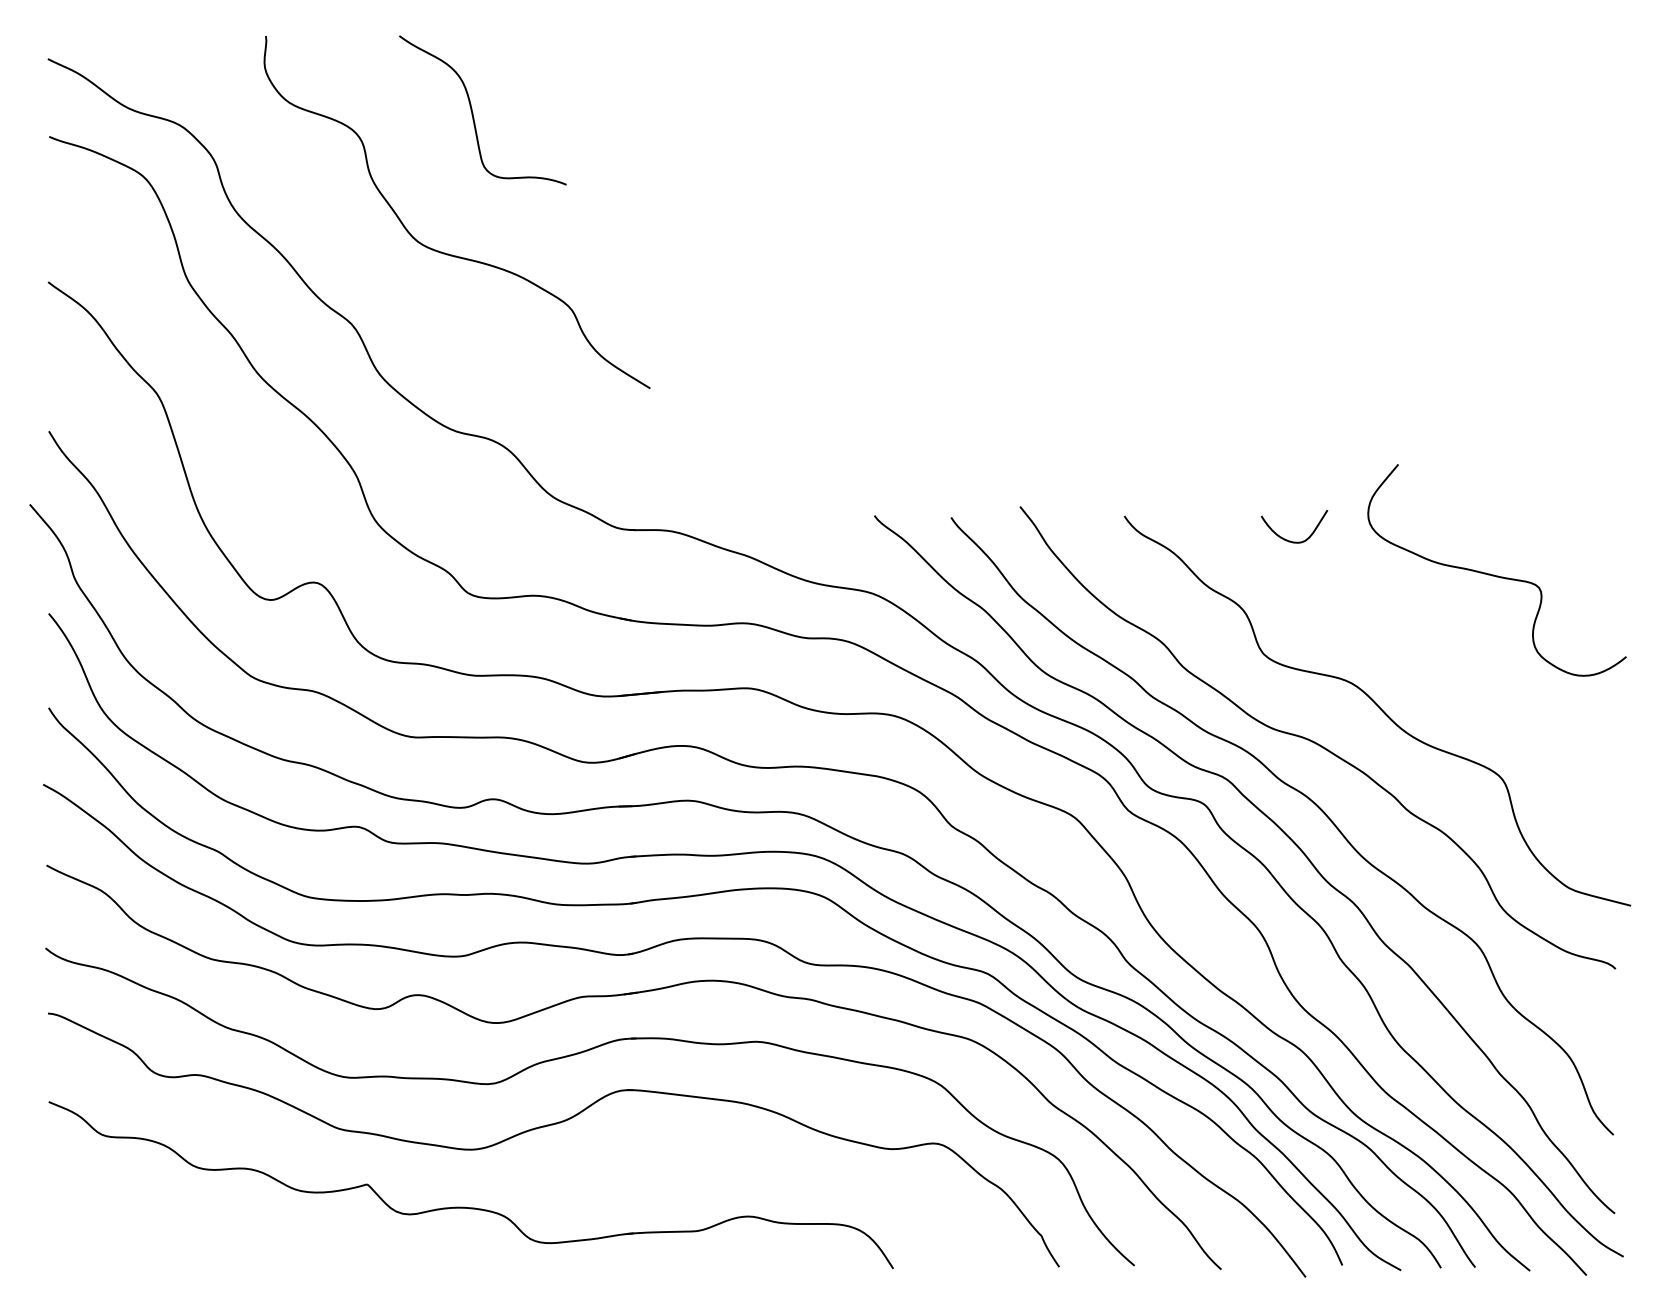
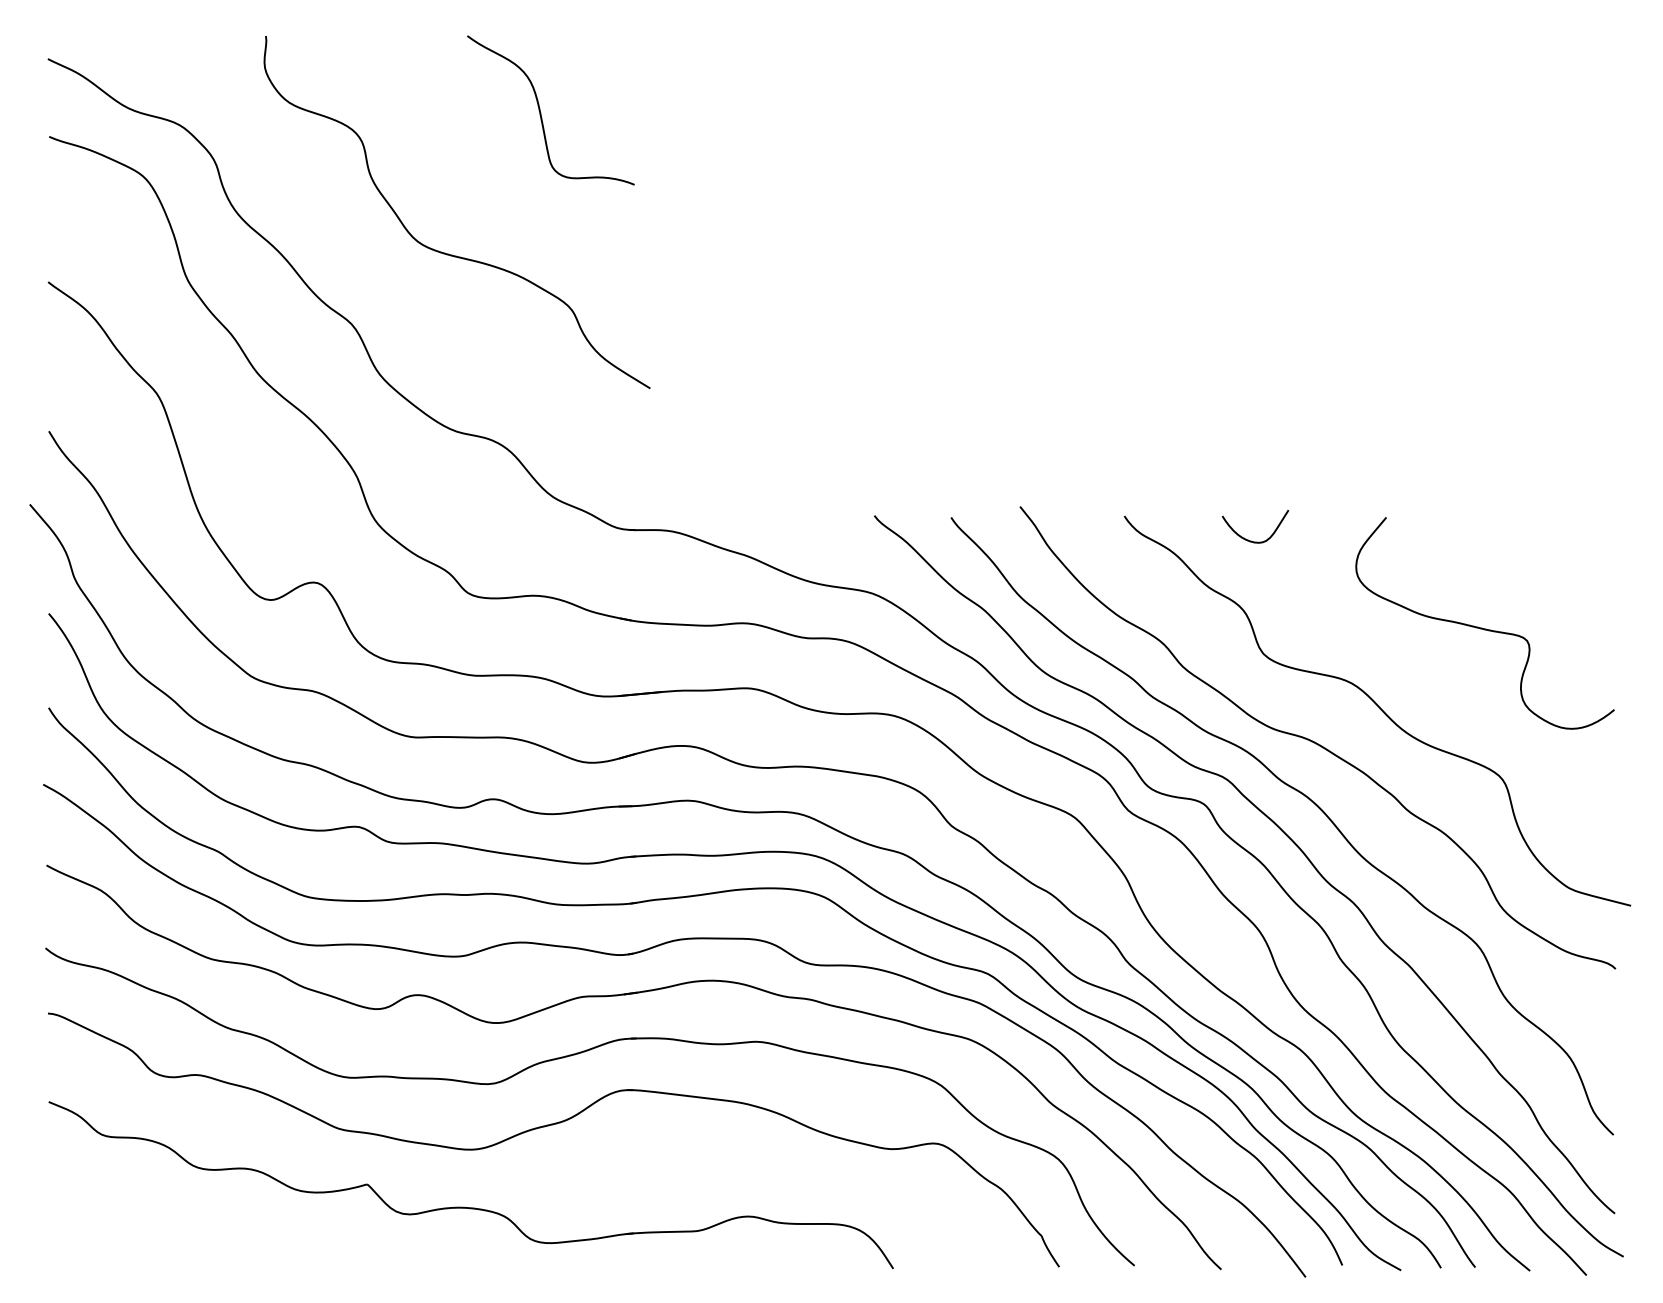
curve at (473, 112) position: (473, 112) -> (541, 112)
curve at (1290, 540) position: (1290, 540) -> (1251, 540)
curve at (1494, 574) position: (1494, 574) -> (1482, 627)
